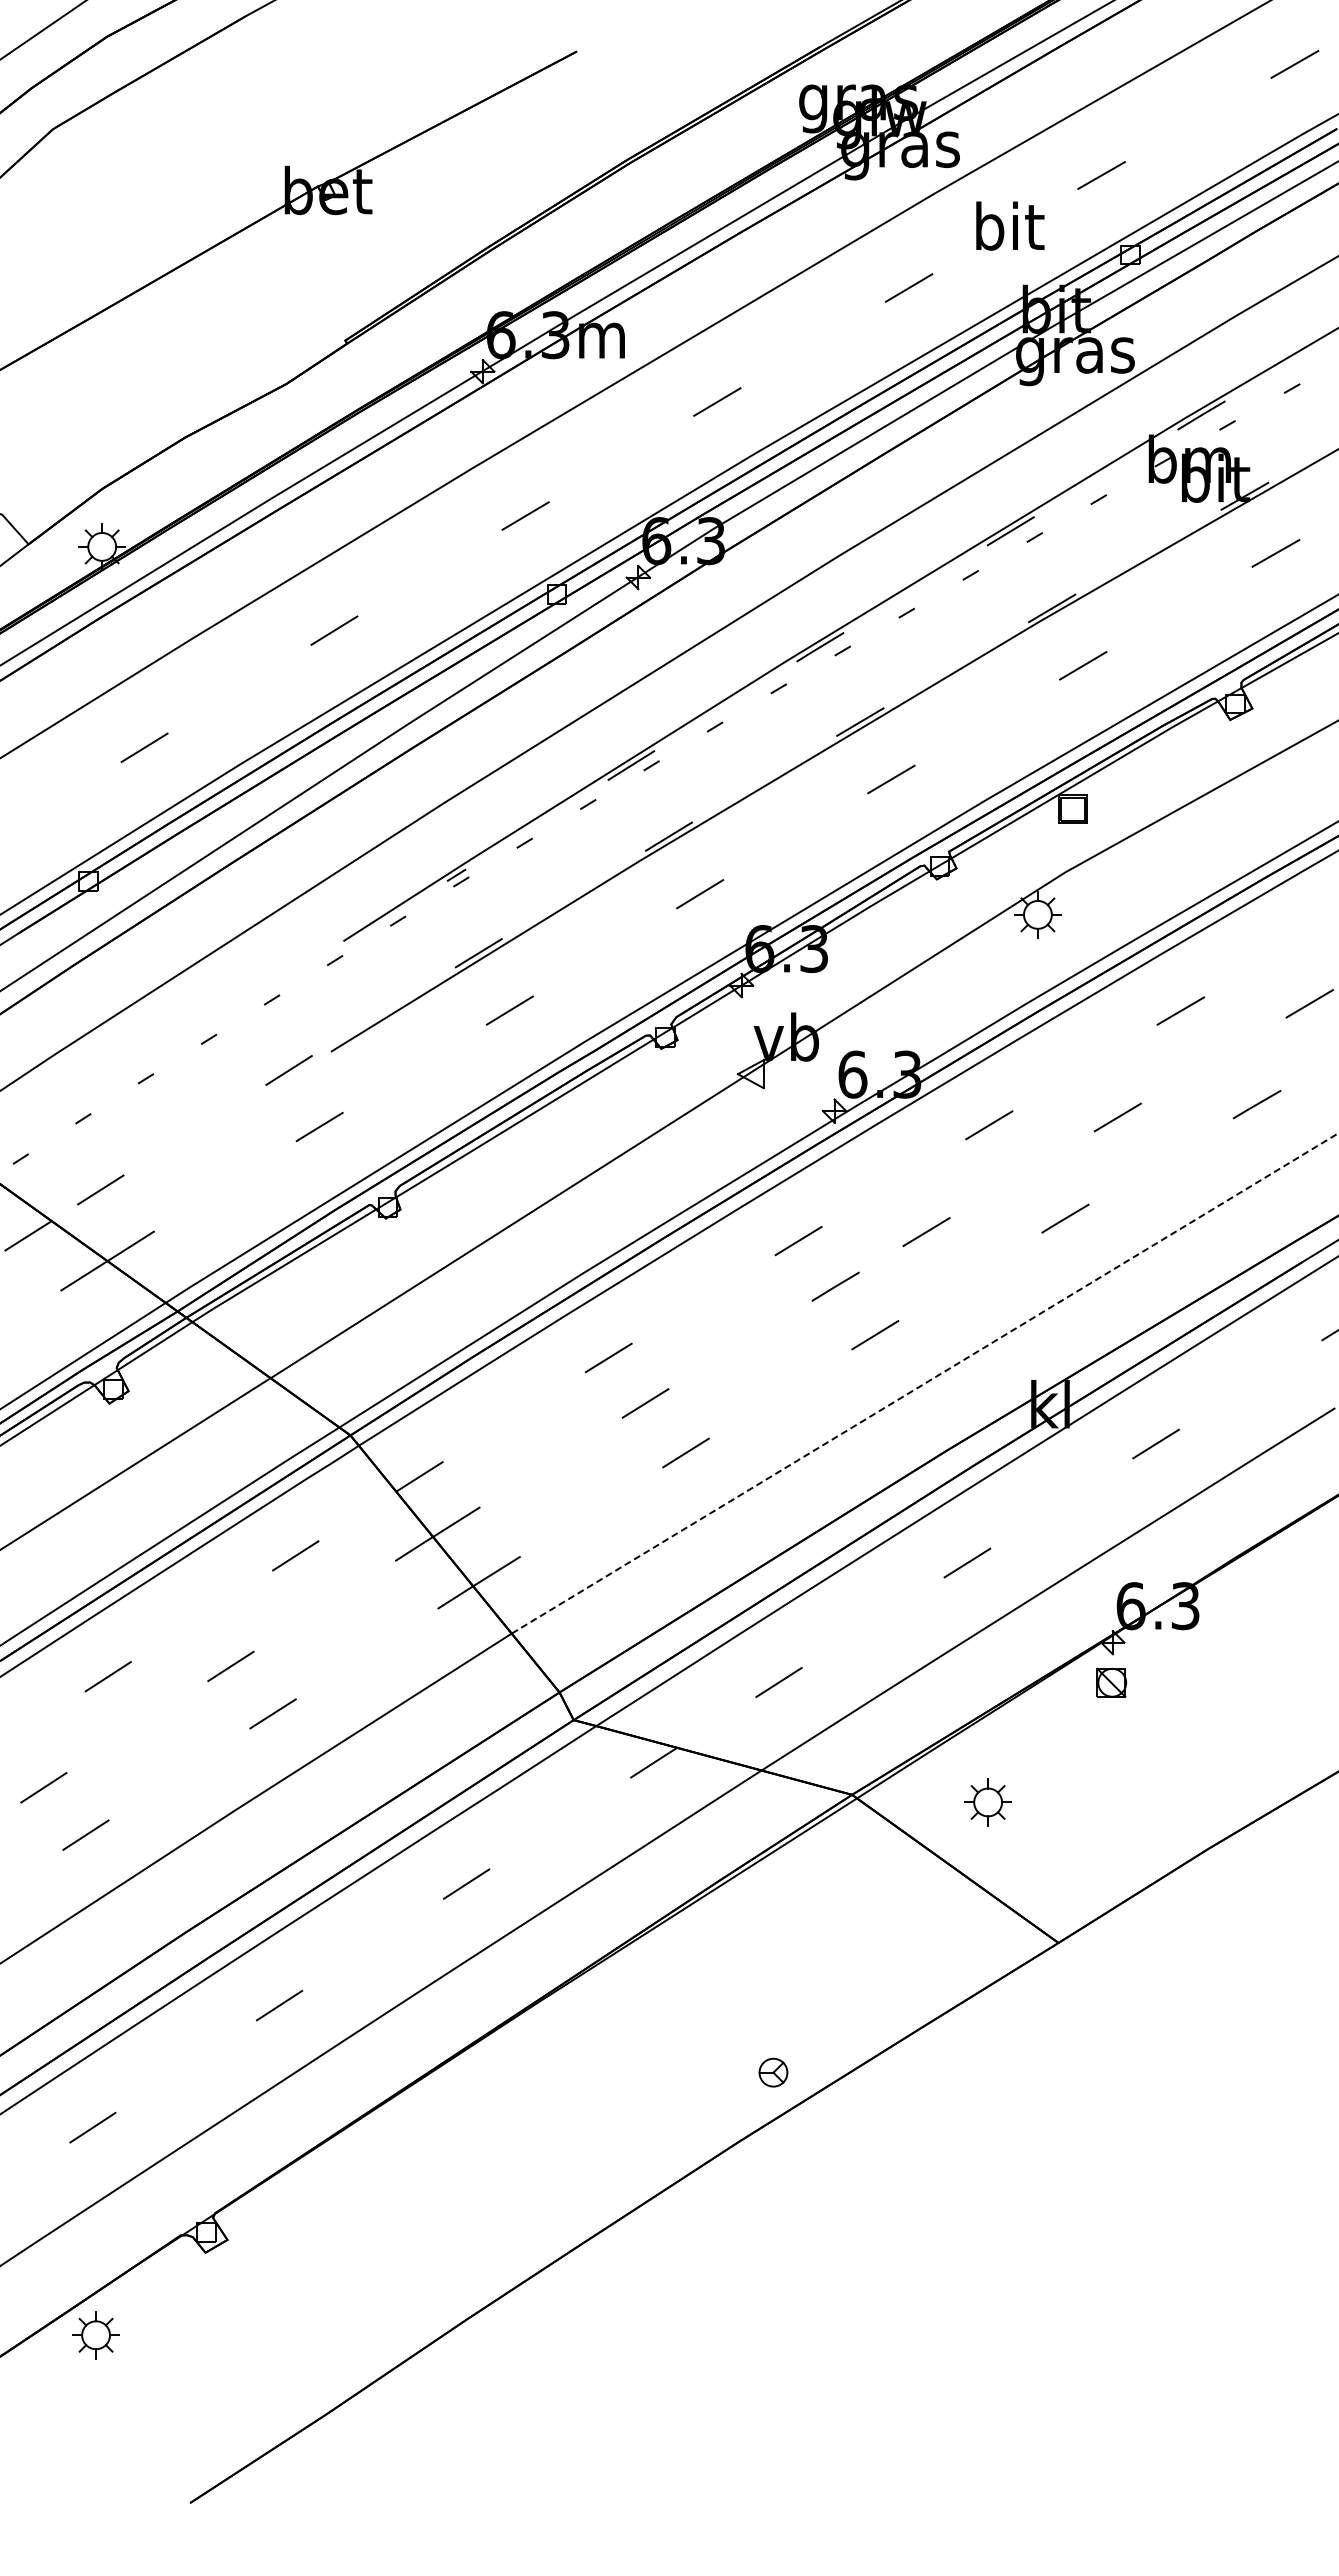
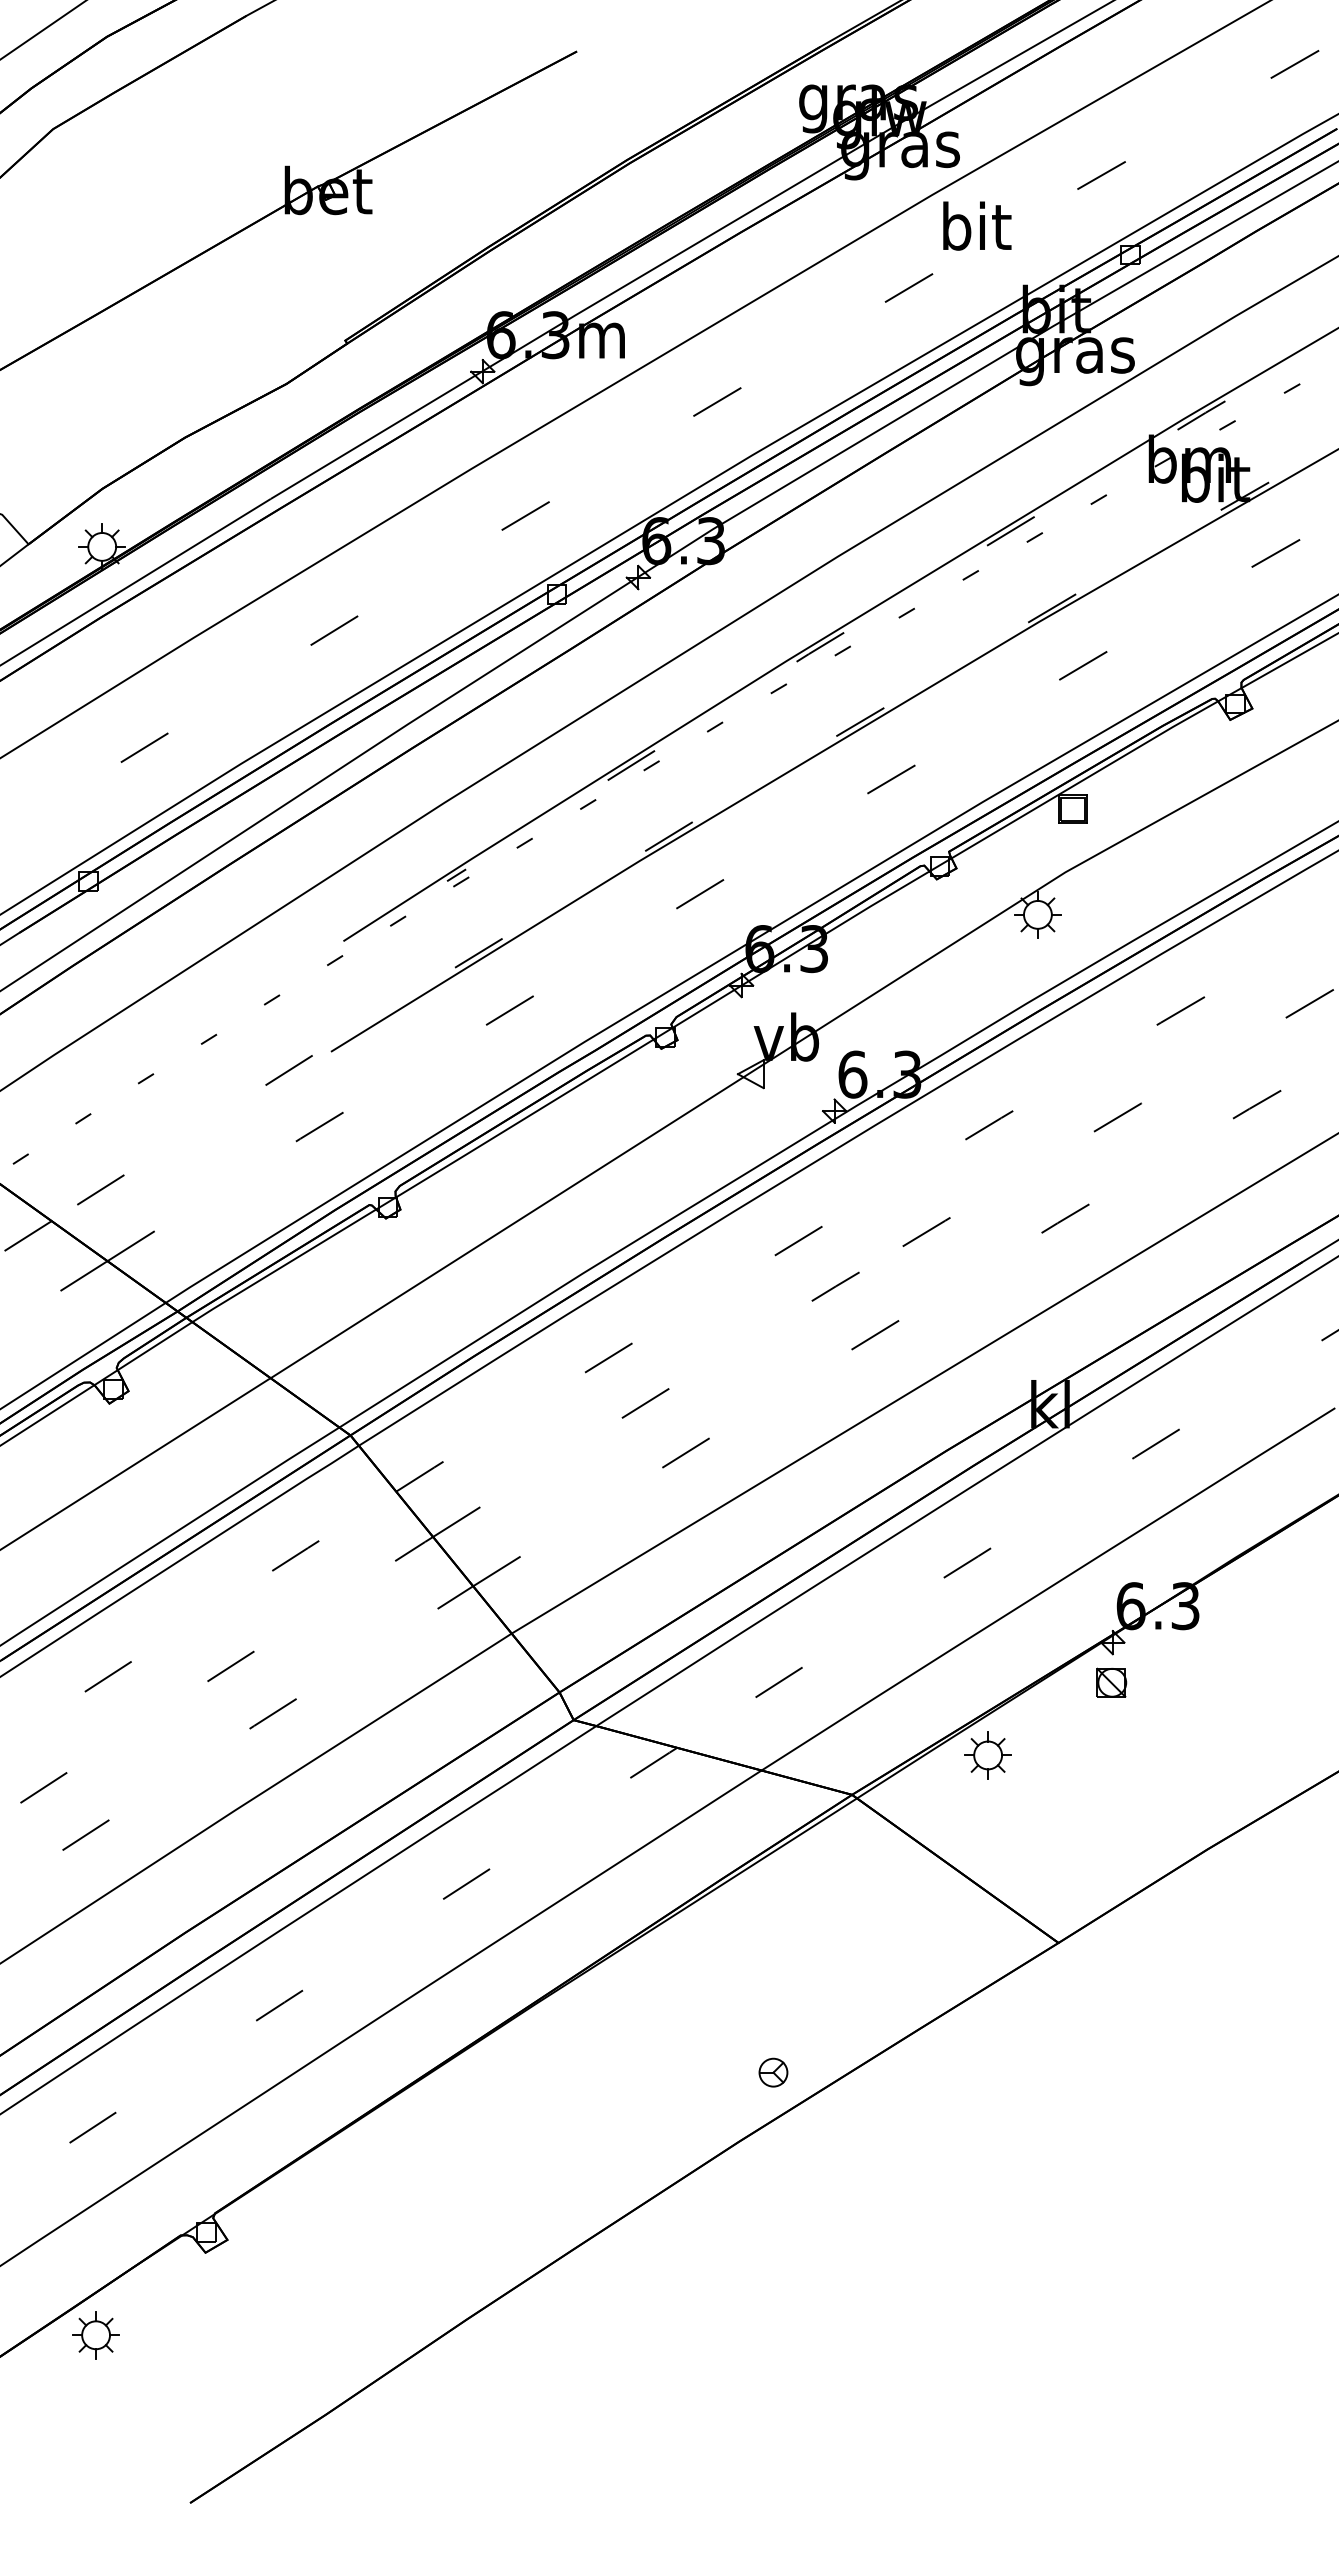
text at (1010, 225) position: (1010, 225) -> (977, 225)
line at (925, 1383): dashed -> solid
part at (987, 1802) position: (987, 1802) -> (987, 1755)
